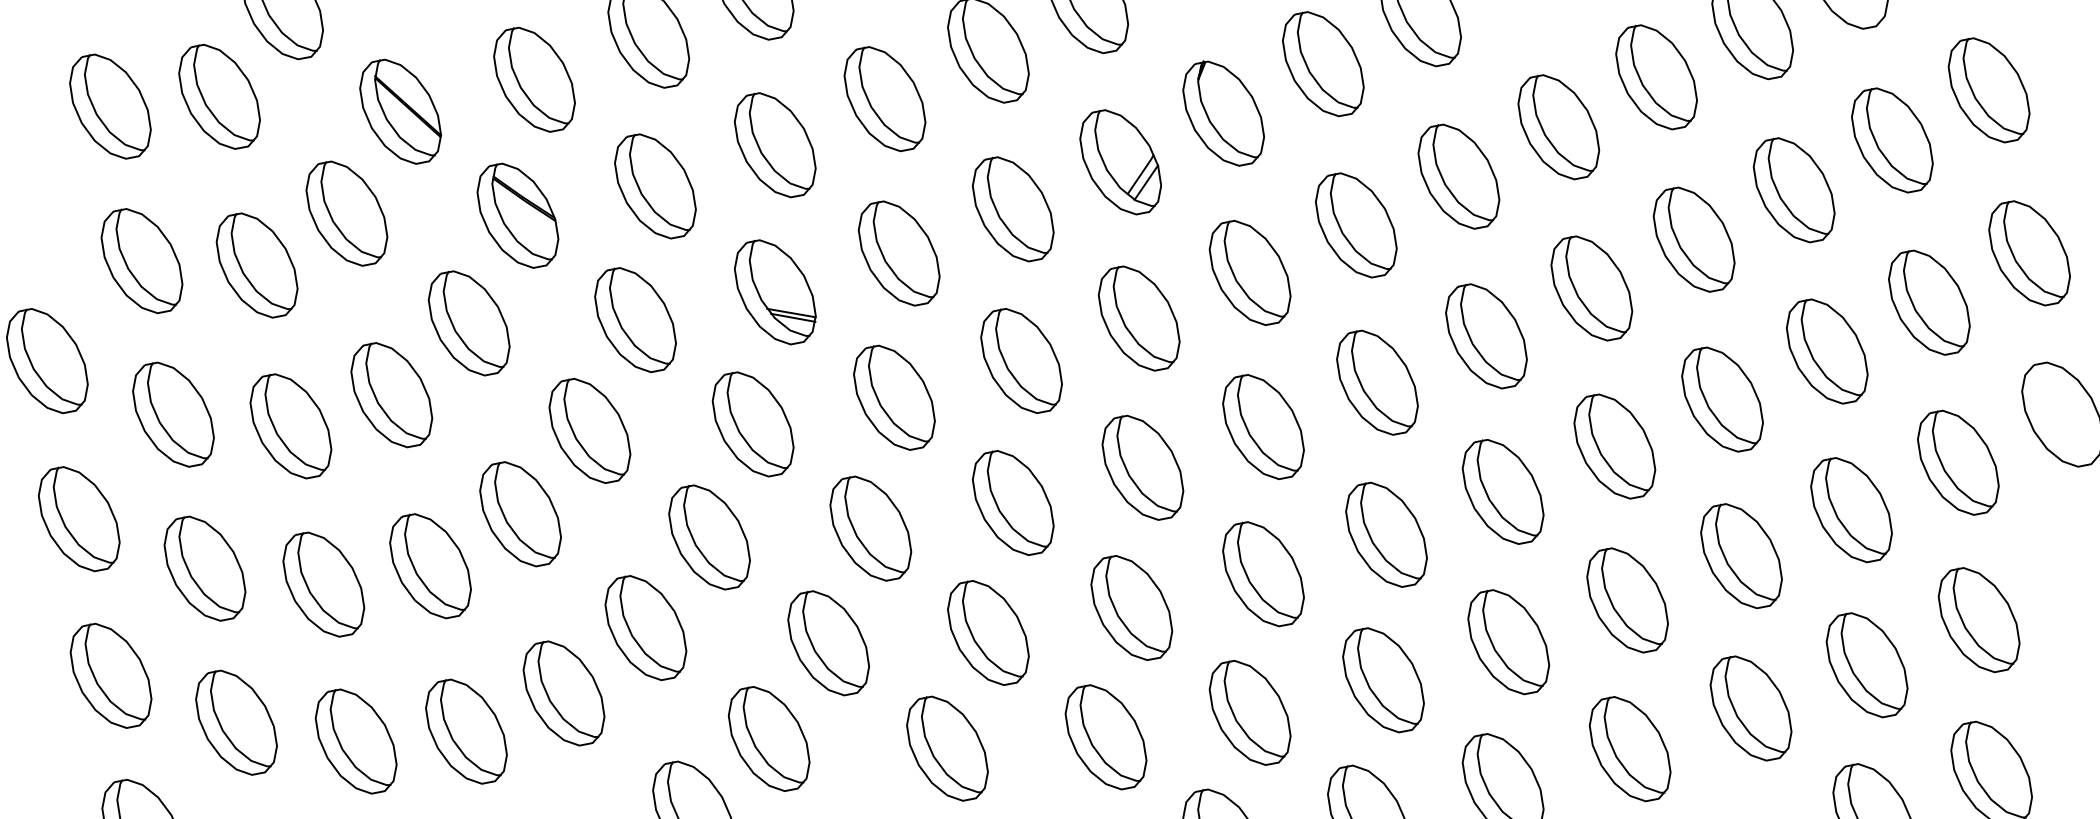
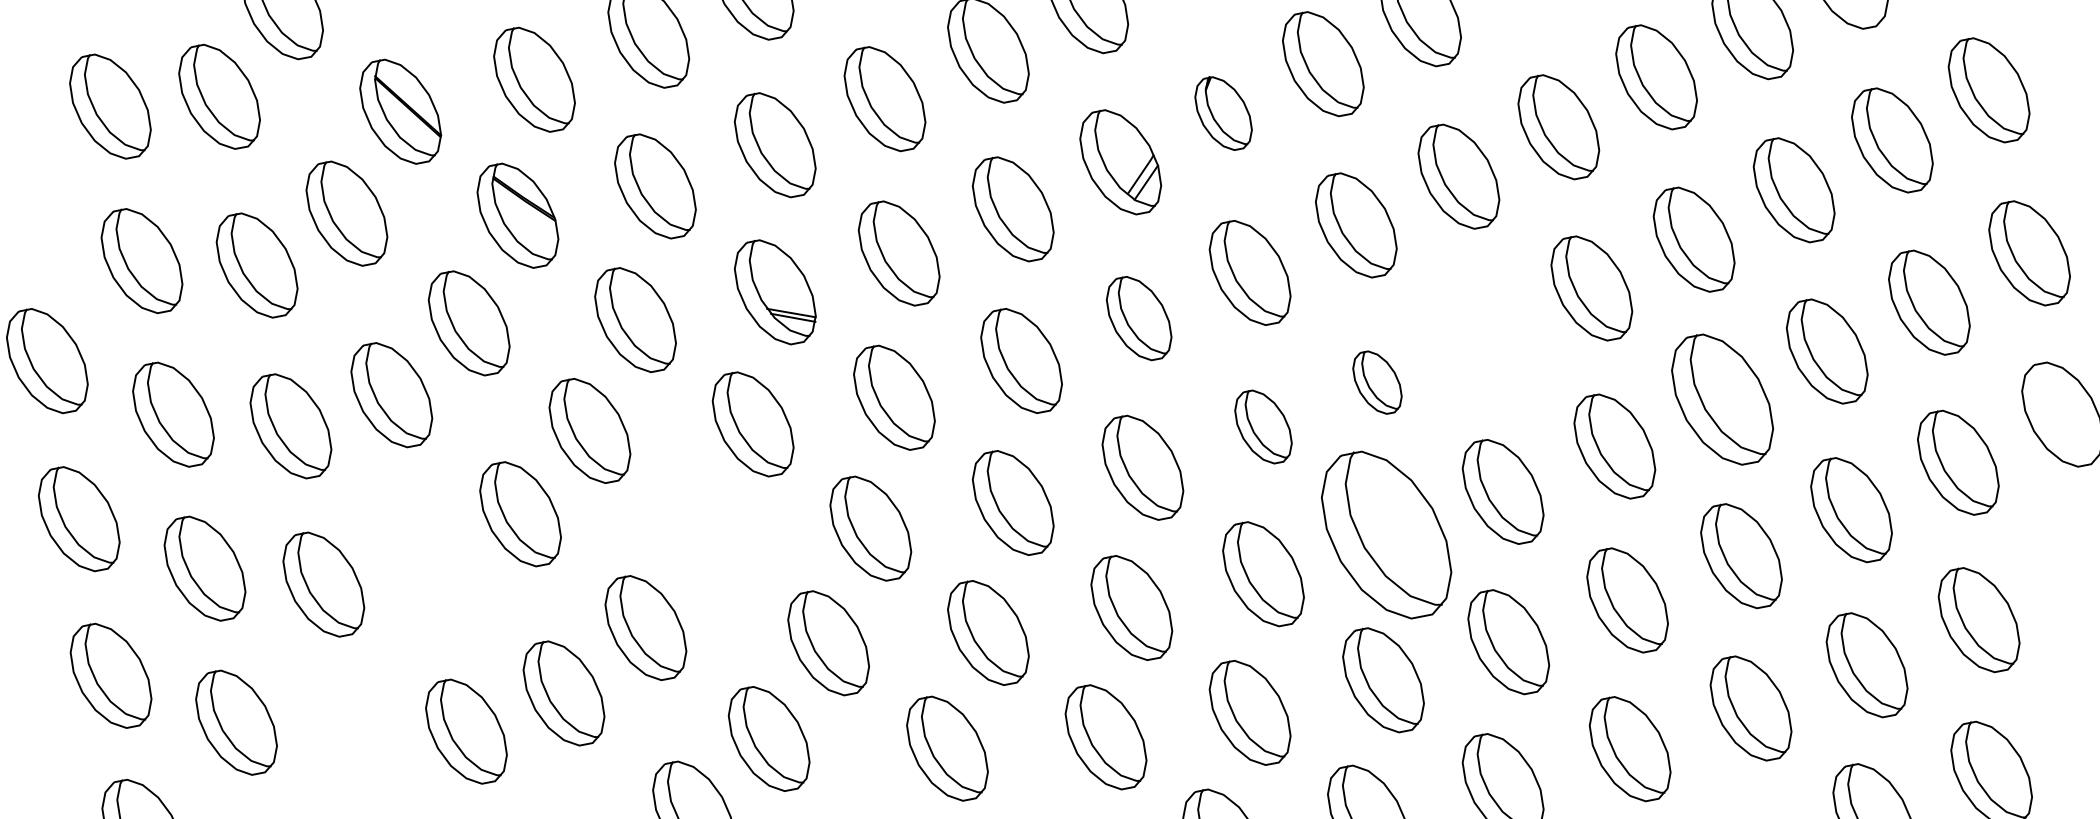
part at (1223, 113) size: 83x107 px -> 59x75 px
part at (1138, 318) size: 84x107 px -> 67x86 px
part at (1486, 336): present -> none
part at (1377, 382) size: 83x107 px -> 51x65 px
part at (1722, 399) size: 83x107 px -> 103x133 px
part at (1263, 426) size: 83x106 px -> 59x76 px
part at (1386, 534) size: 83x107 px -> 132x170 px
part at (709, 537): present -> none
part at (430, 566): present -> none
part at (355, 741): present -> none
